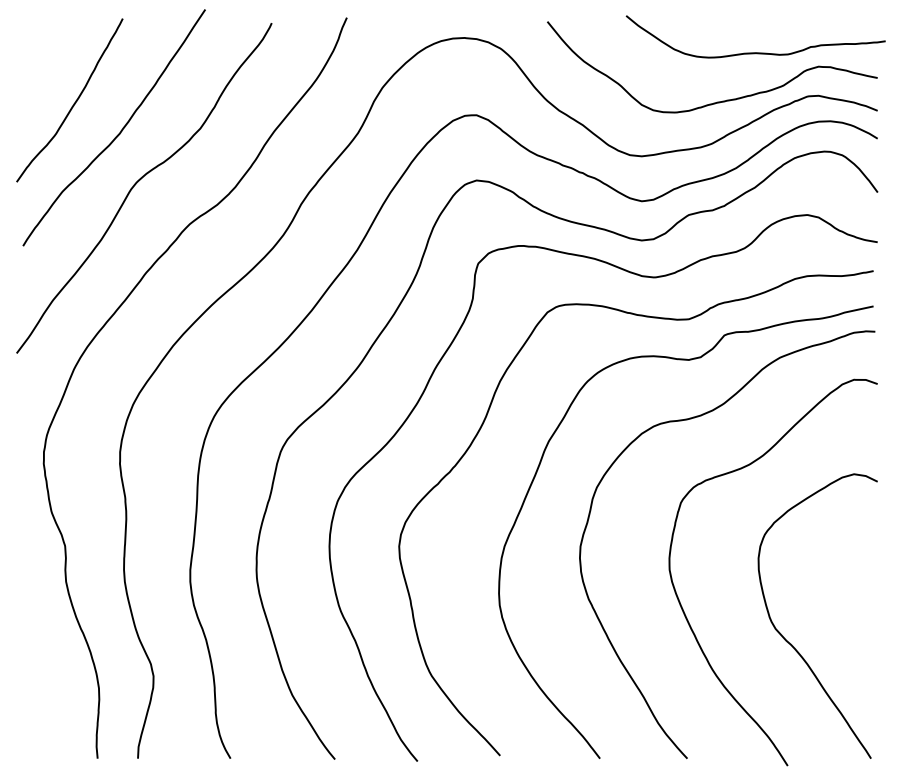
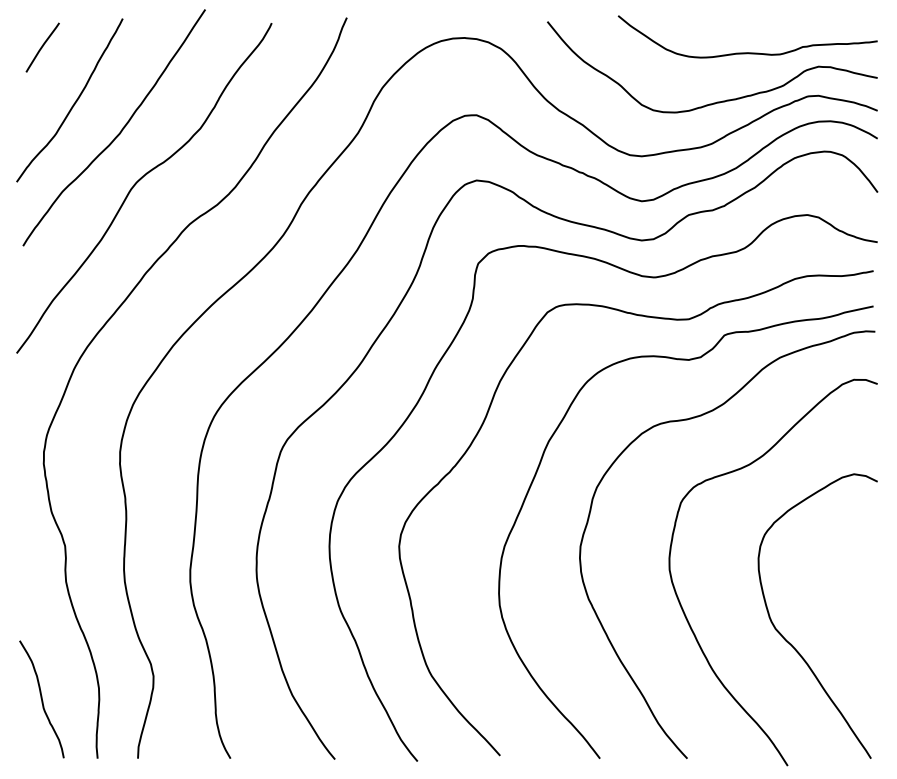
curve at (42, 47): none -> present
curve at (755, 52) position: (755, 52) -> (747, 52)
curve at (41, 699): none -> present
